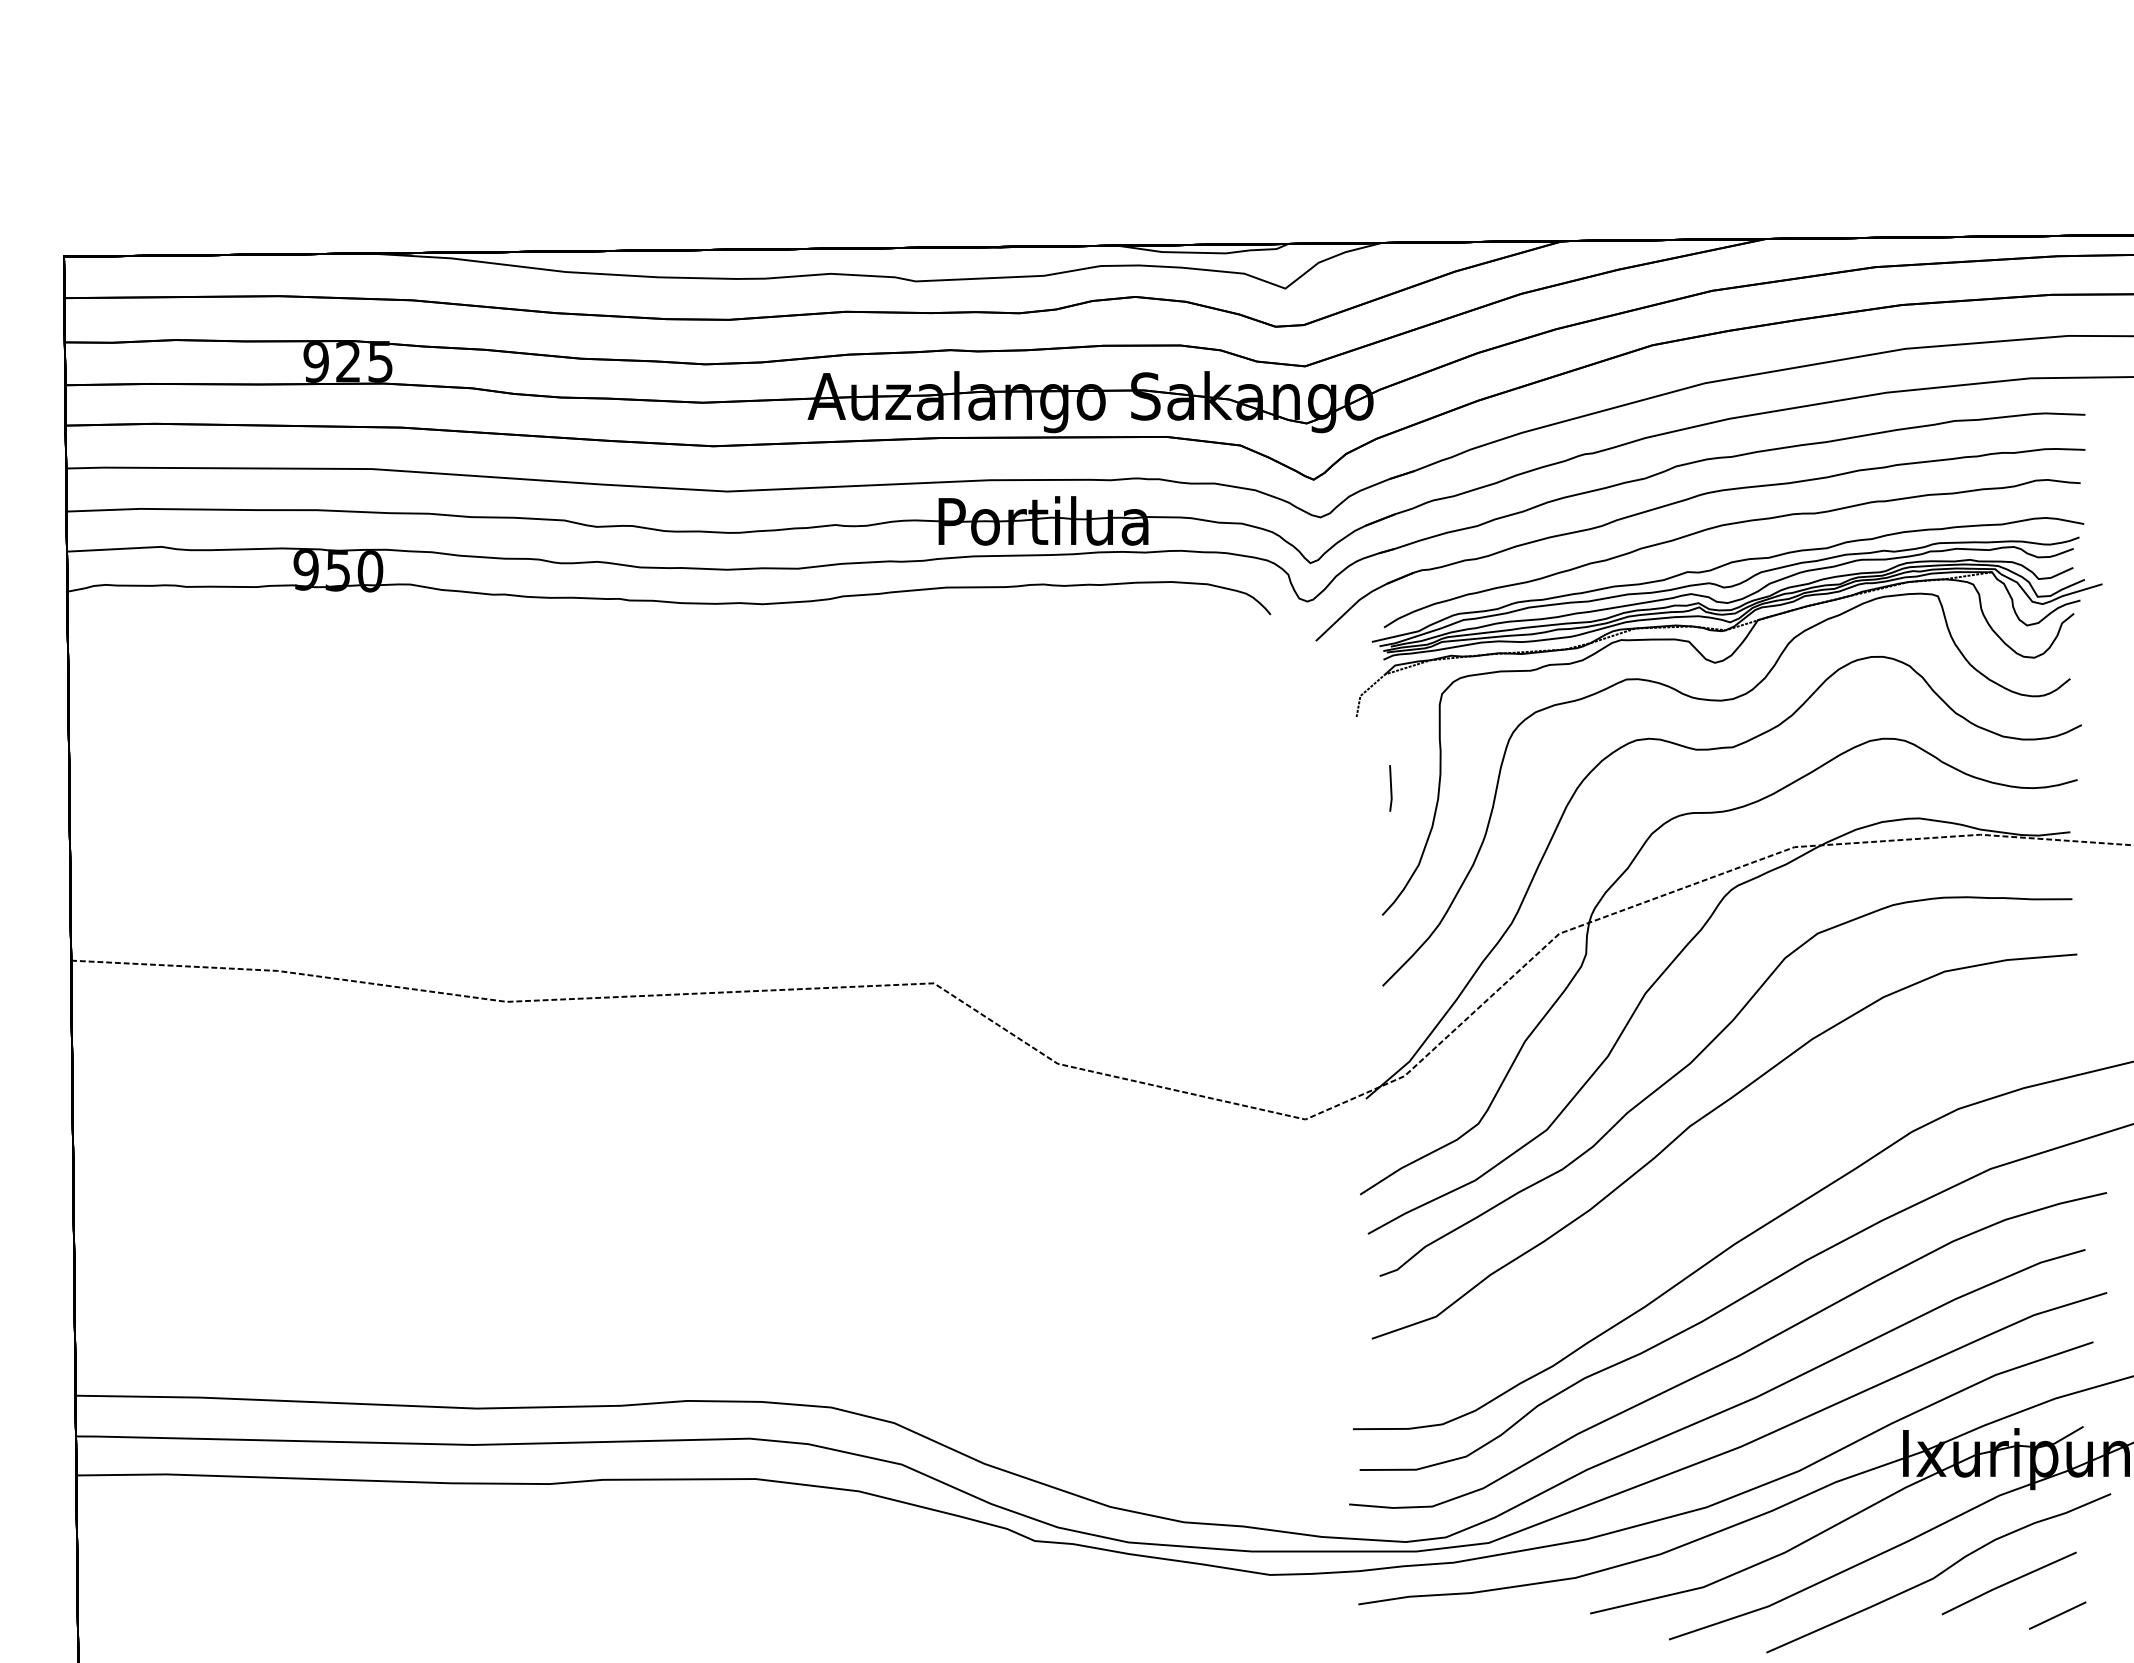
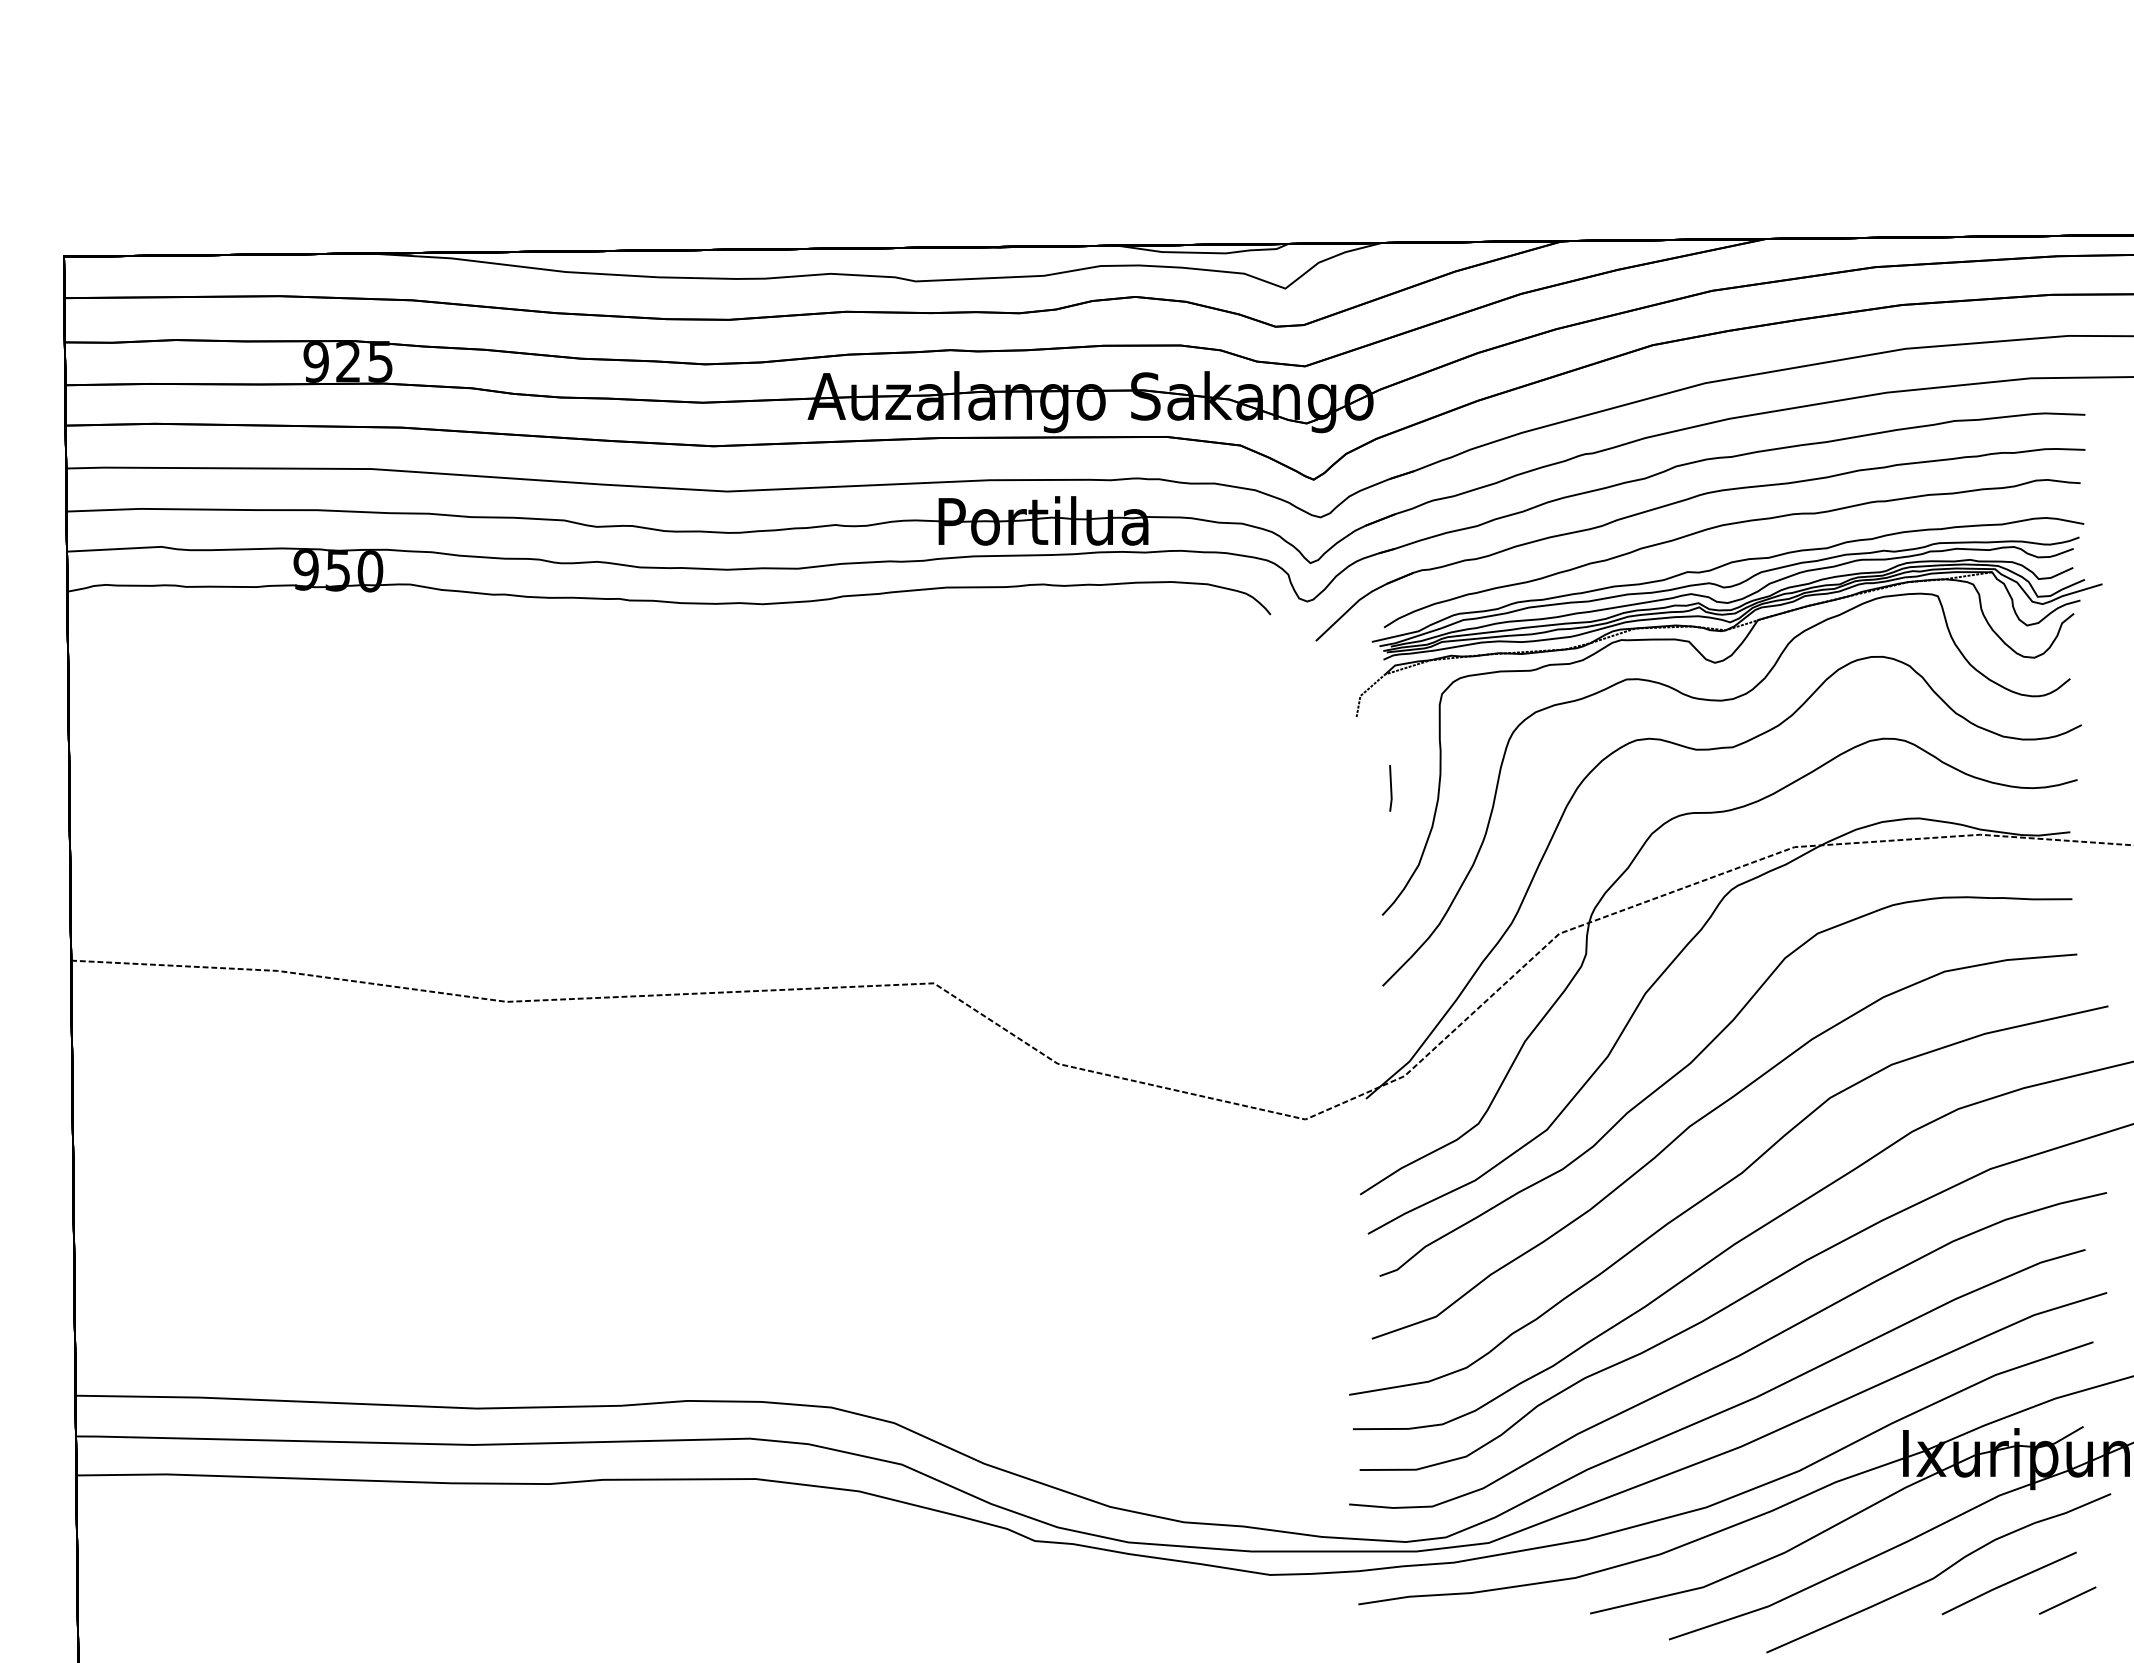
curve at (1721, 1188): none -> present
line at (2057, 1615) position: (2057, 1615) -> (2067, 1600)
